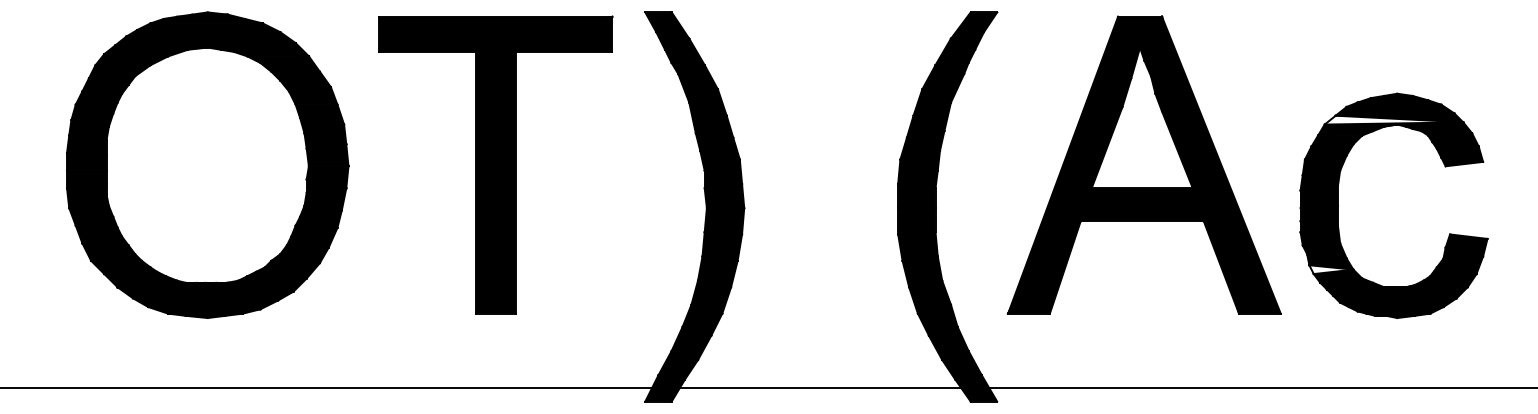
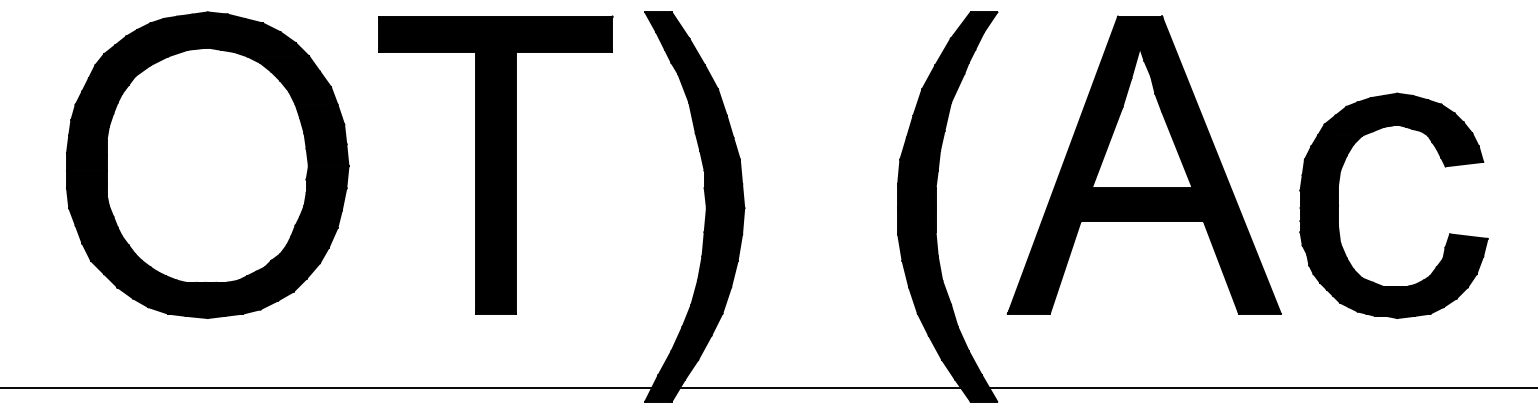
fill at (1393, 119): none -> present
fill at (1331, 269): none -> present
